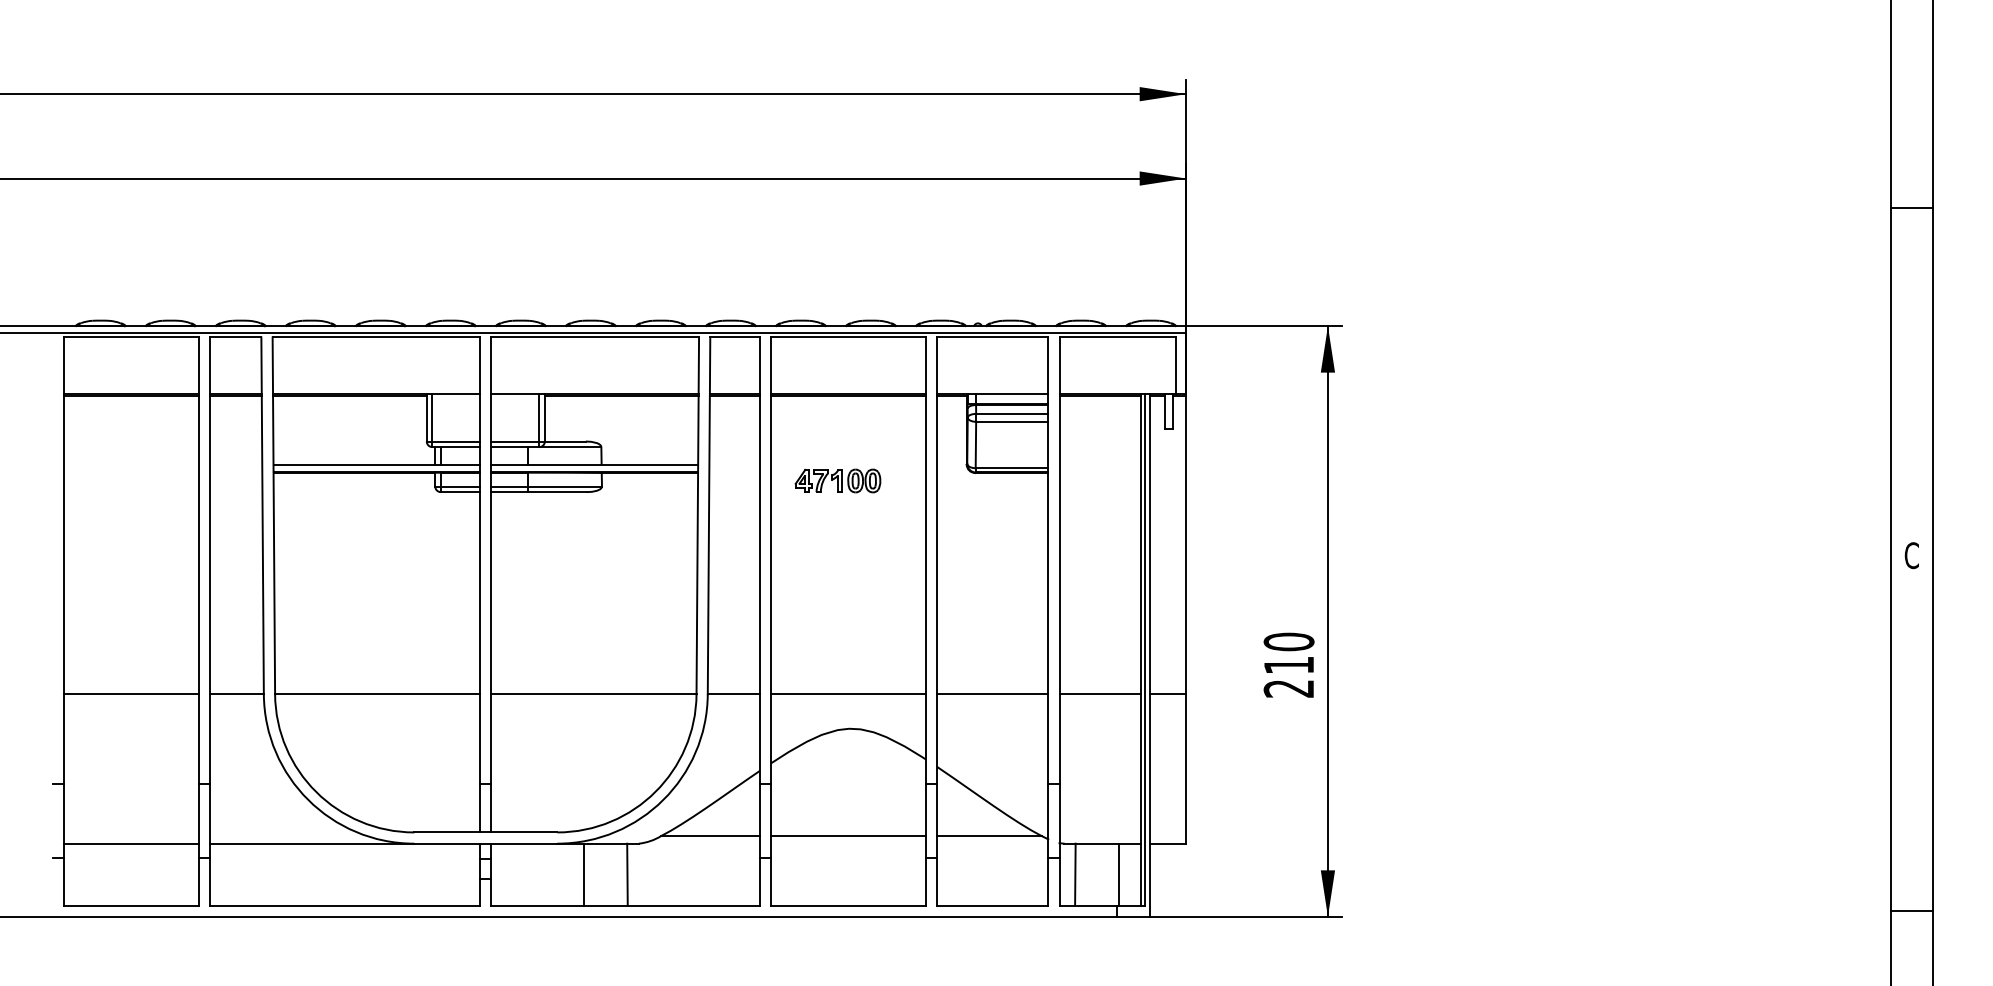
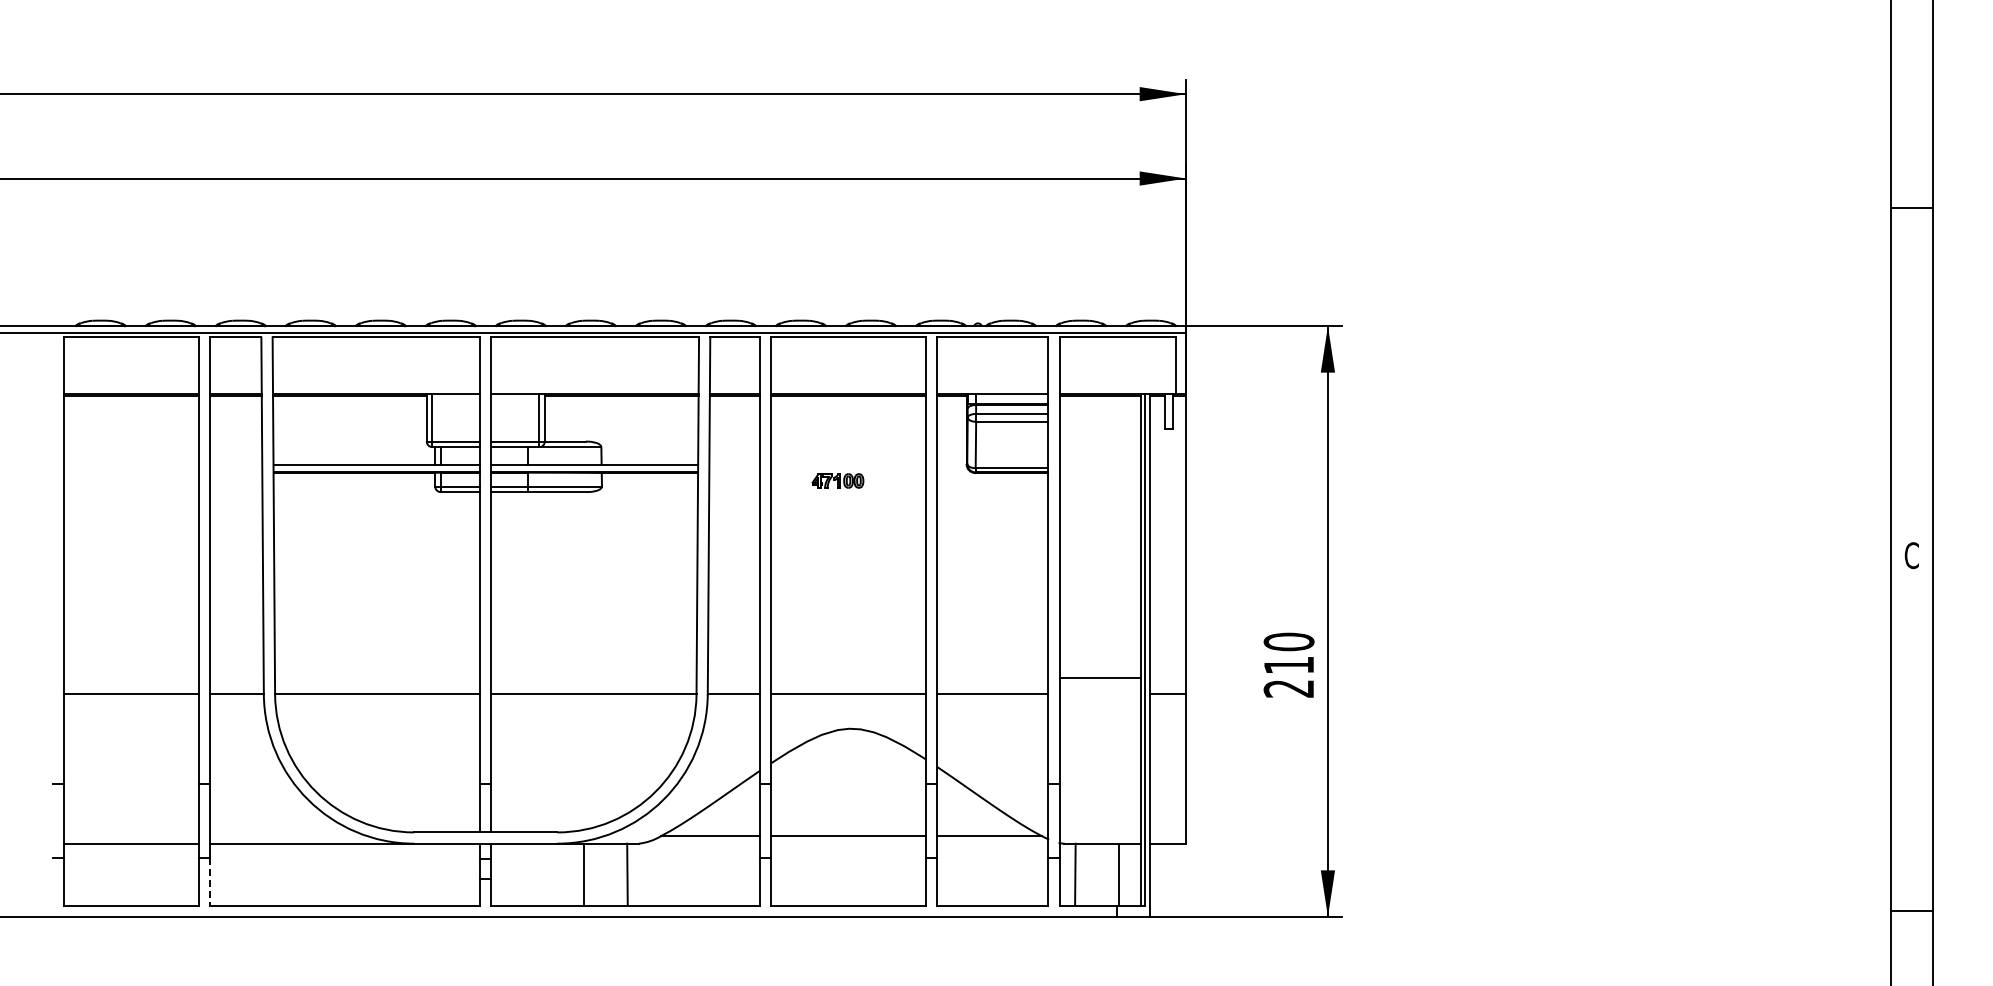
part at (837, 480) size: 88x26 px -> 54x16 px
line at (1100, 694) position: (1100, 694) -> (1100, 678)
line at (210, 881): solid -> dashed
